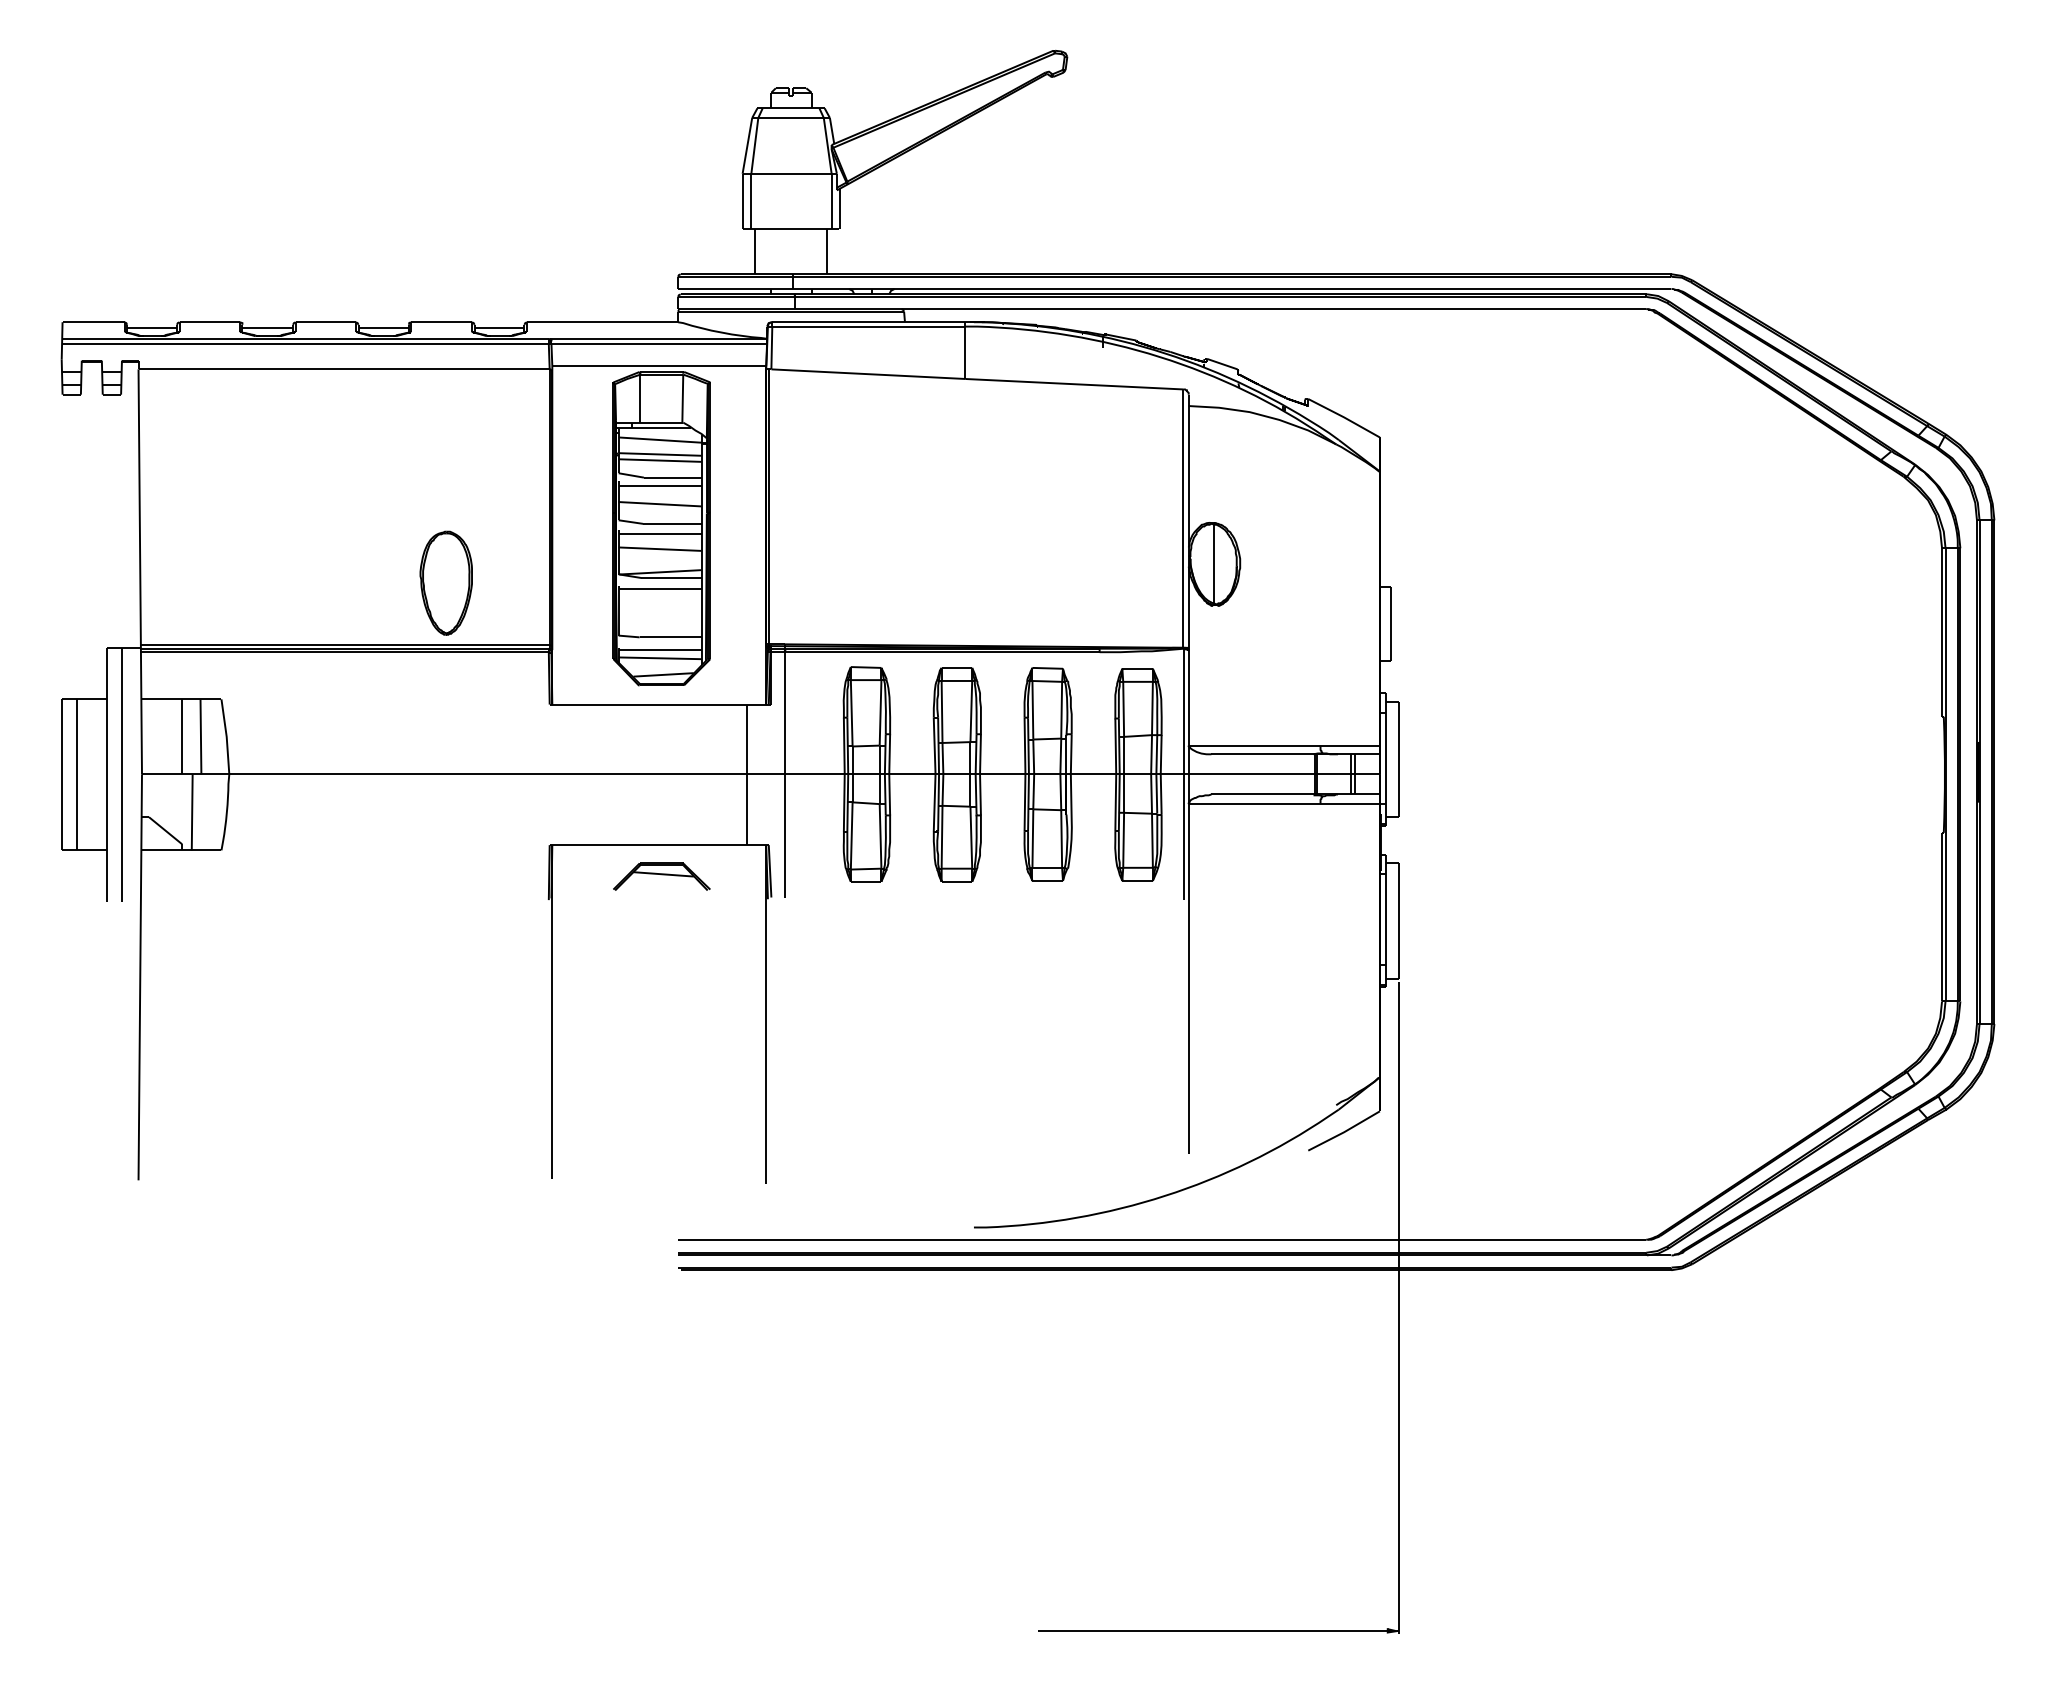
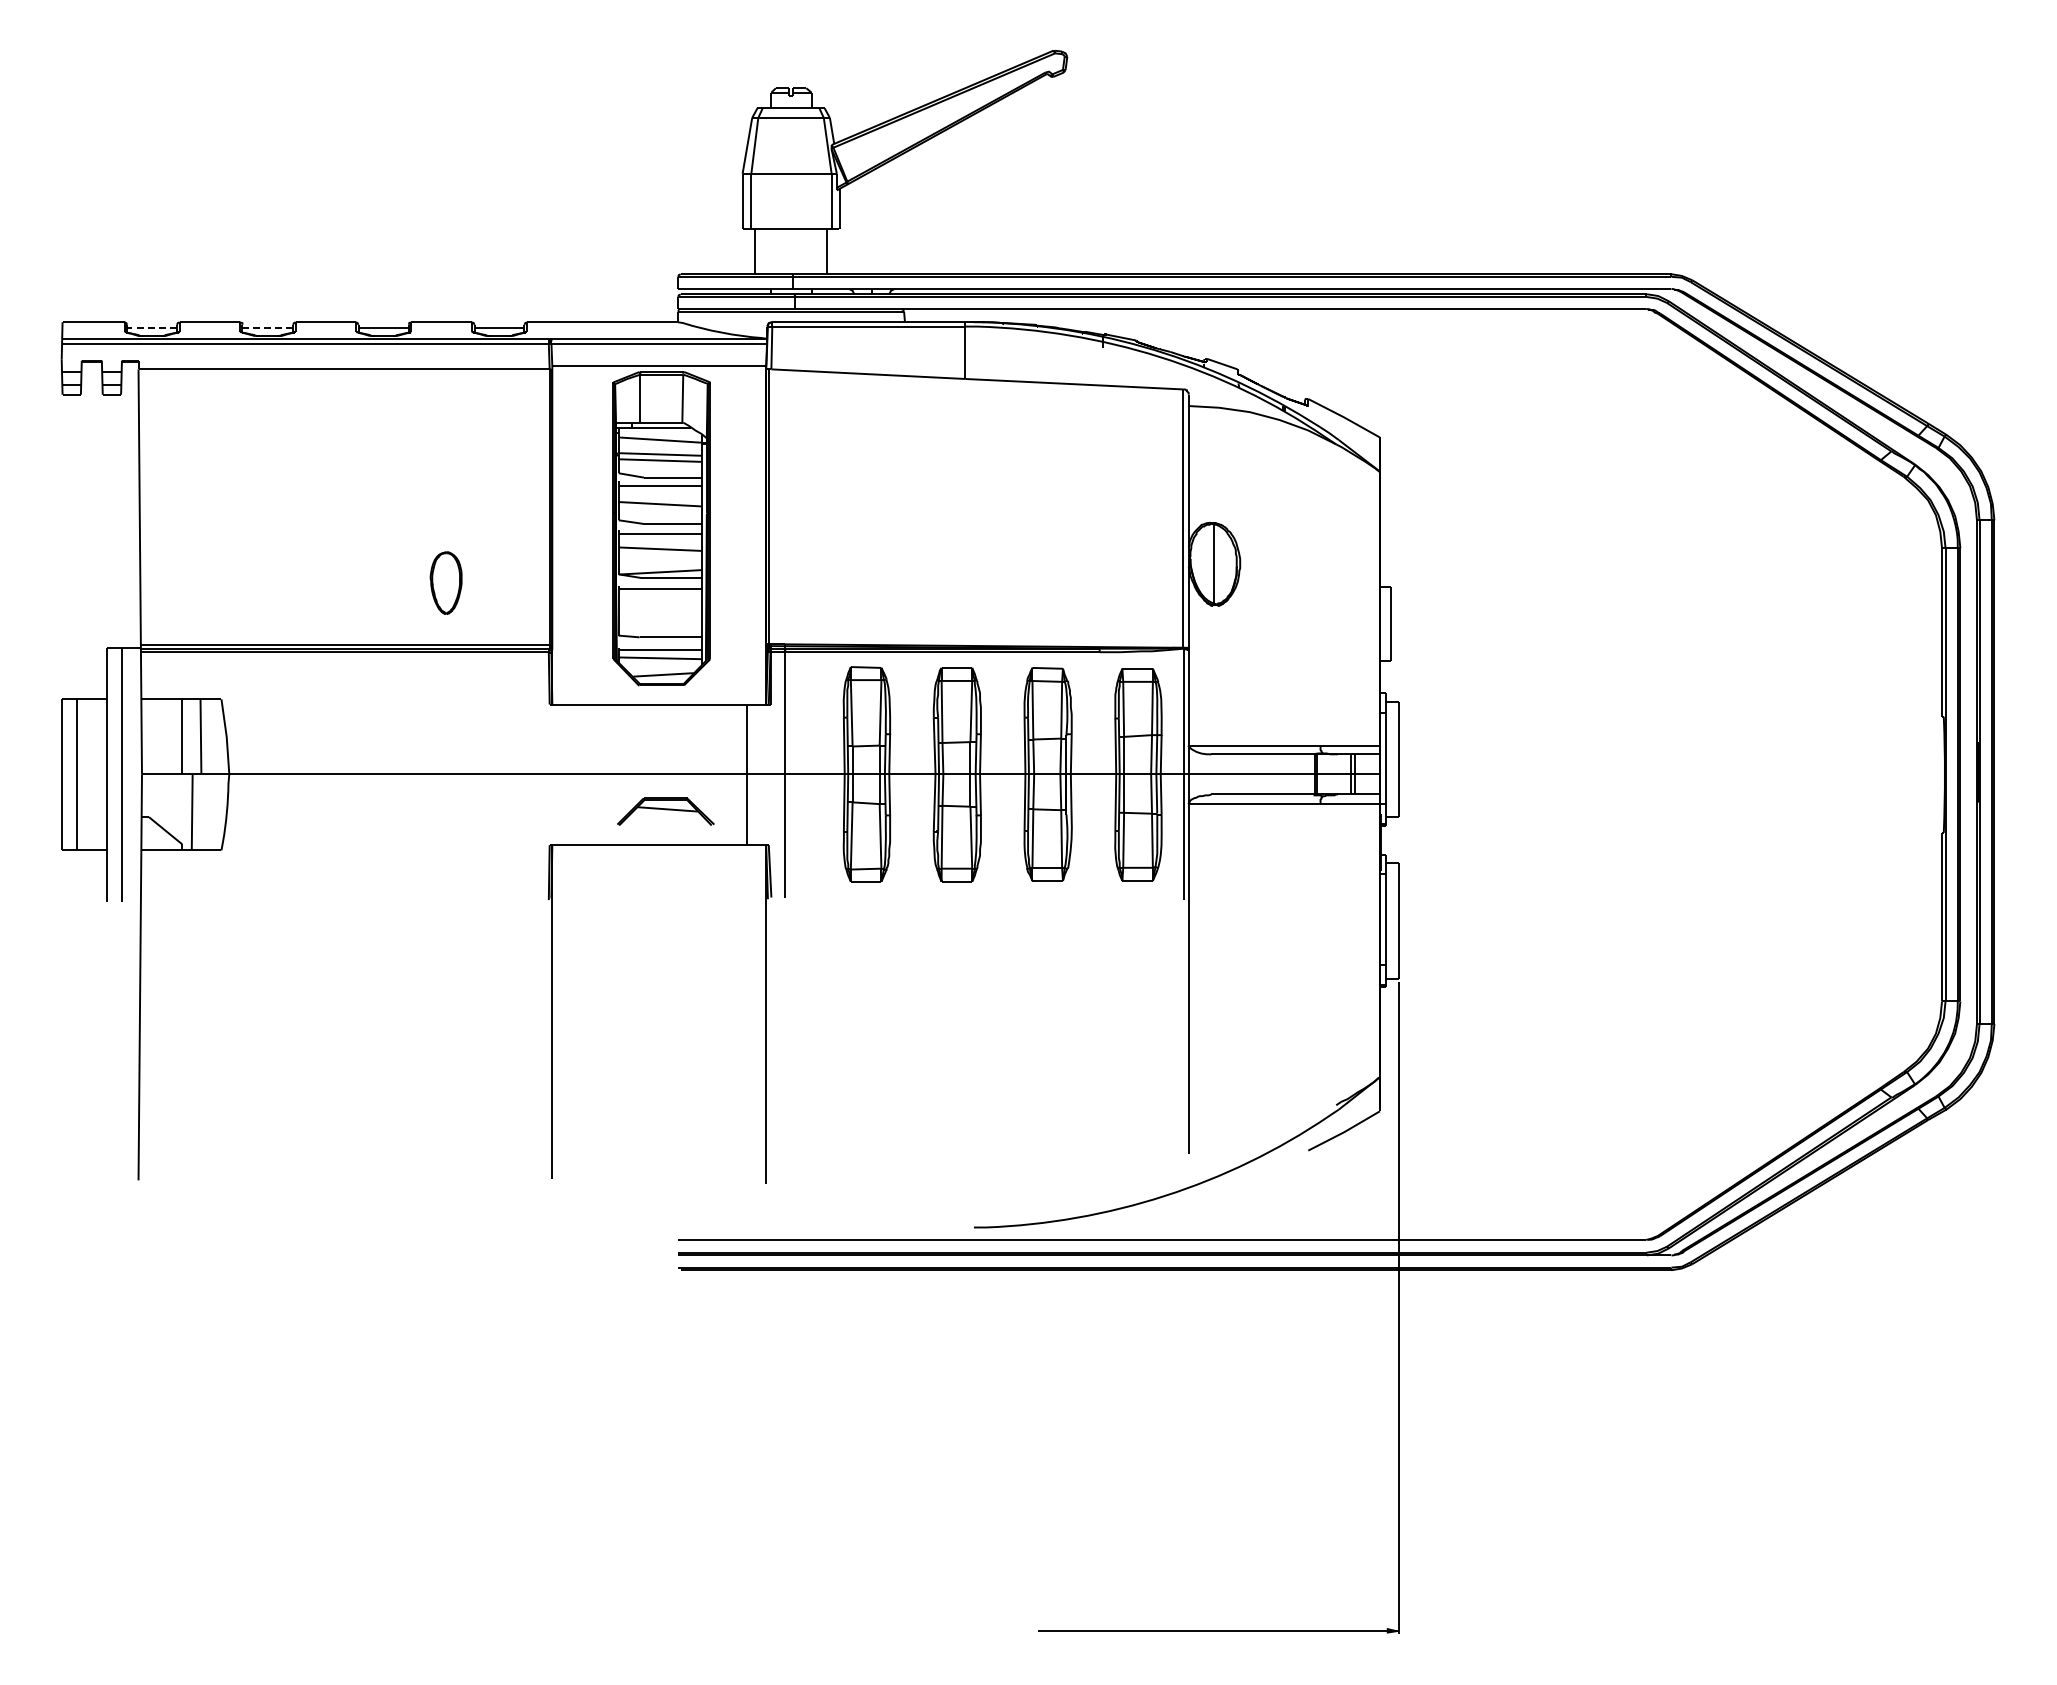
line at (152, 328): solid -> dashed
line at (267, 328): solid -> dashed
part at (445, 582) size: 54x106 px -> 34x64 px
part at (661, 876) position: (661, 876) -> (665, 811)
